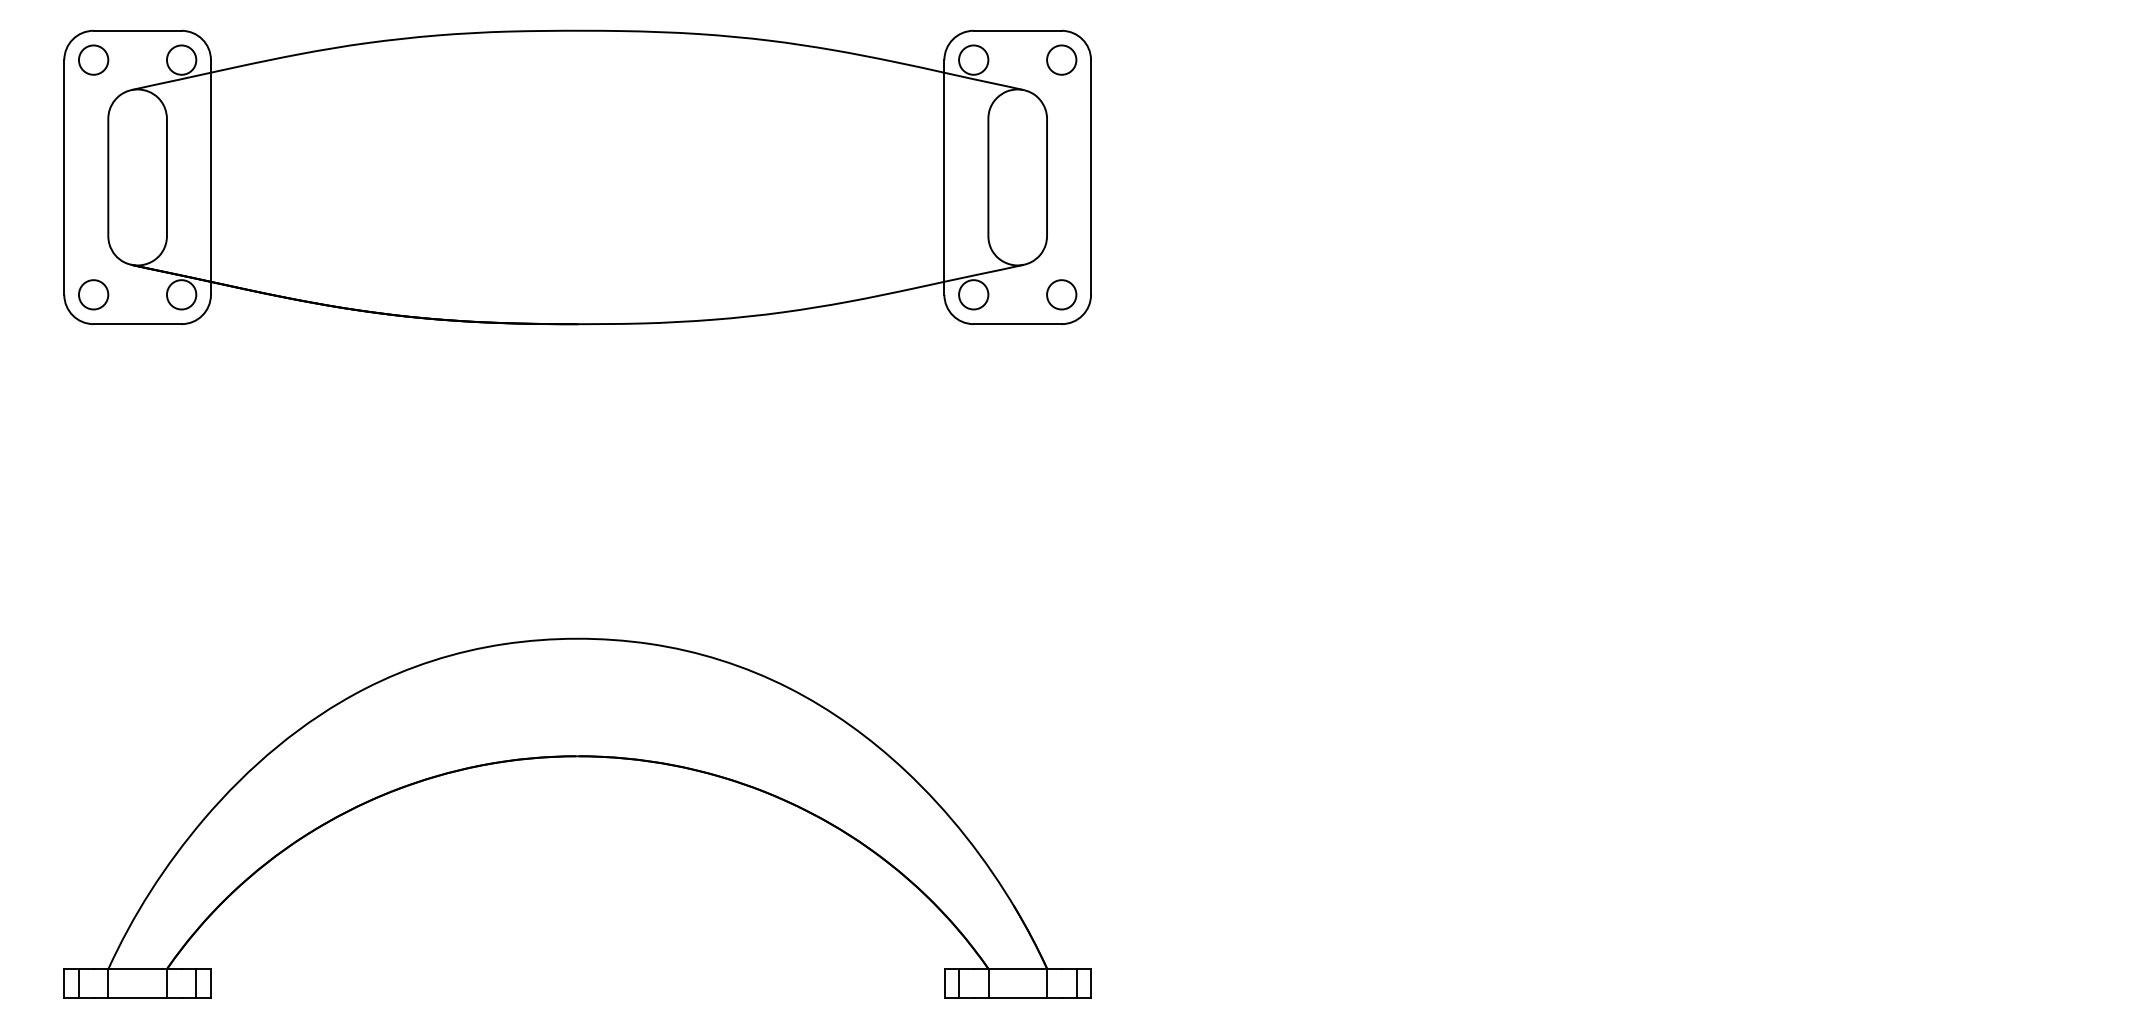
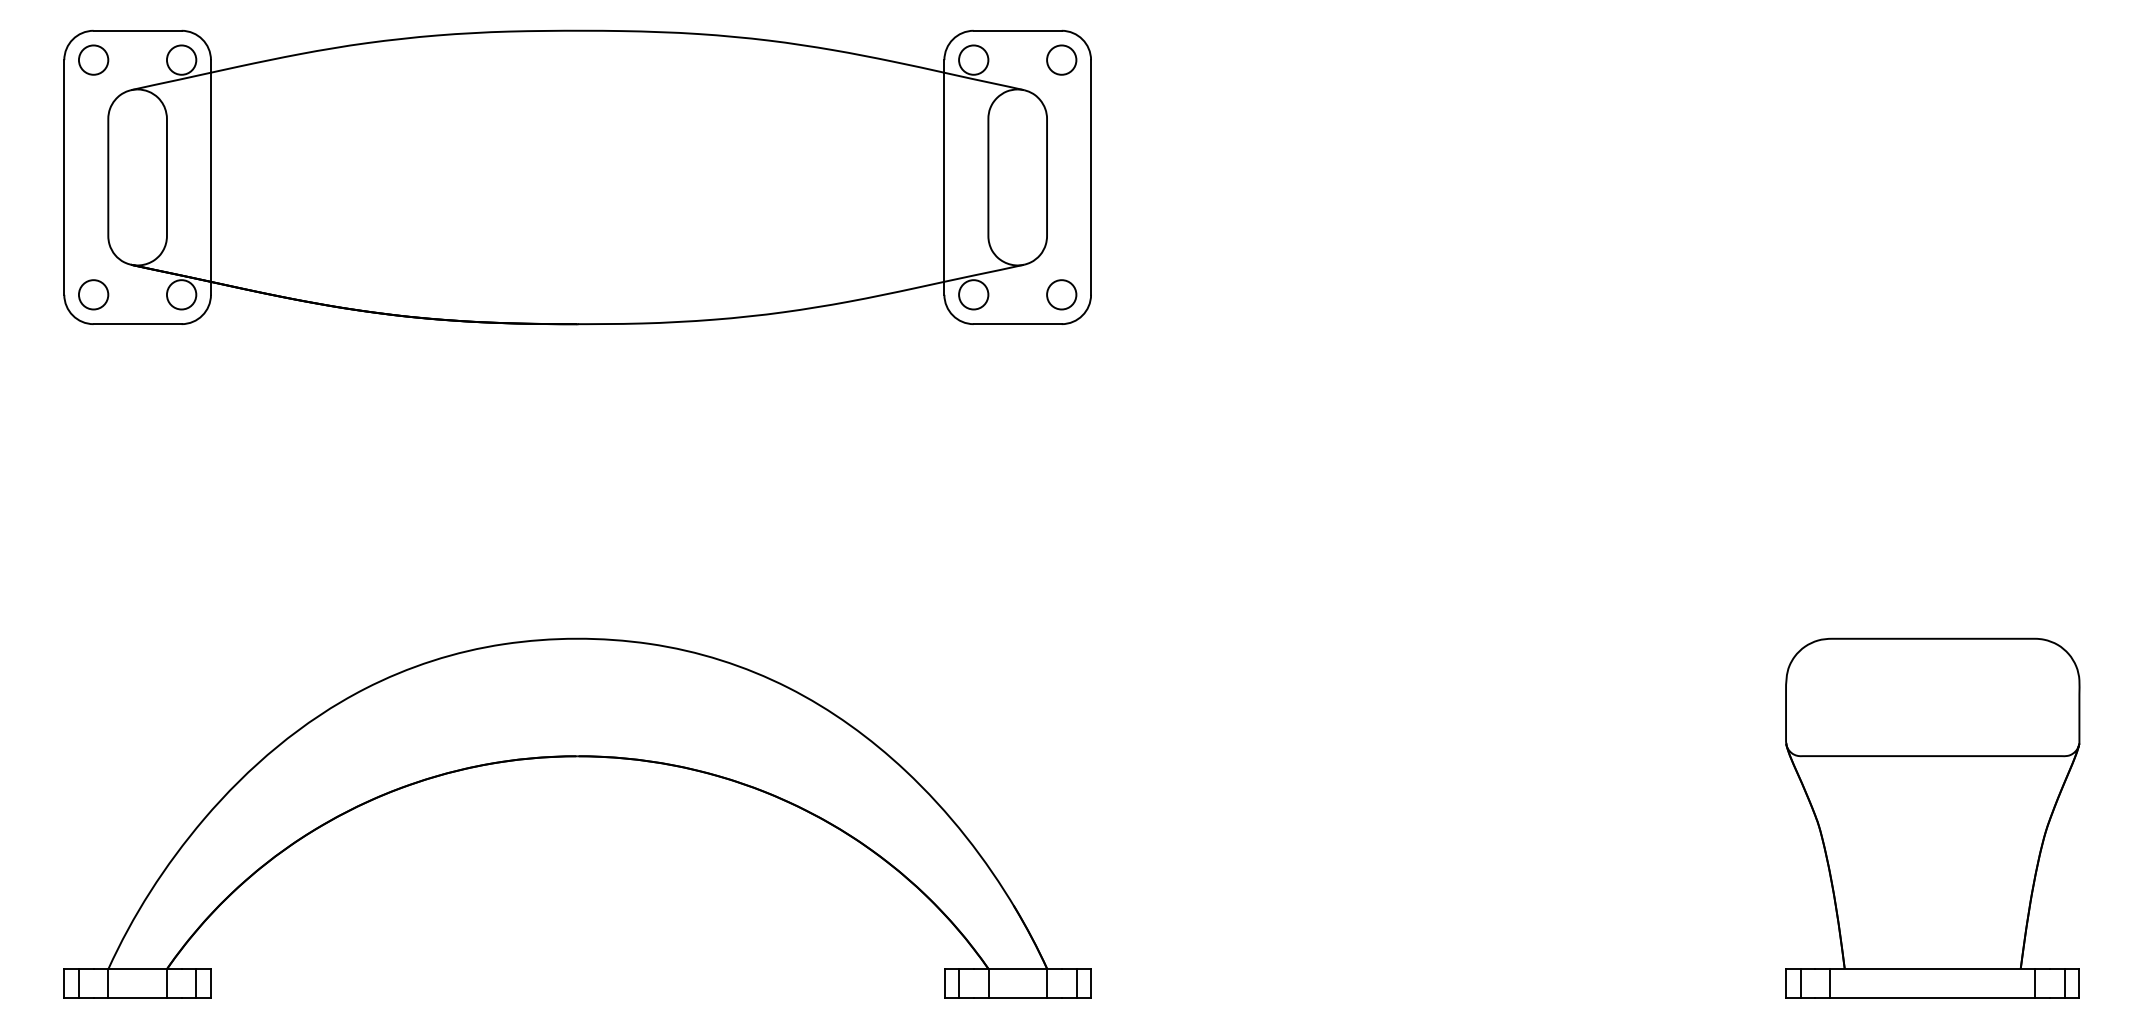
part at (1932, 817): none -> present
